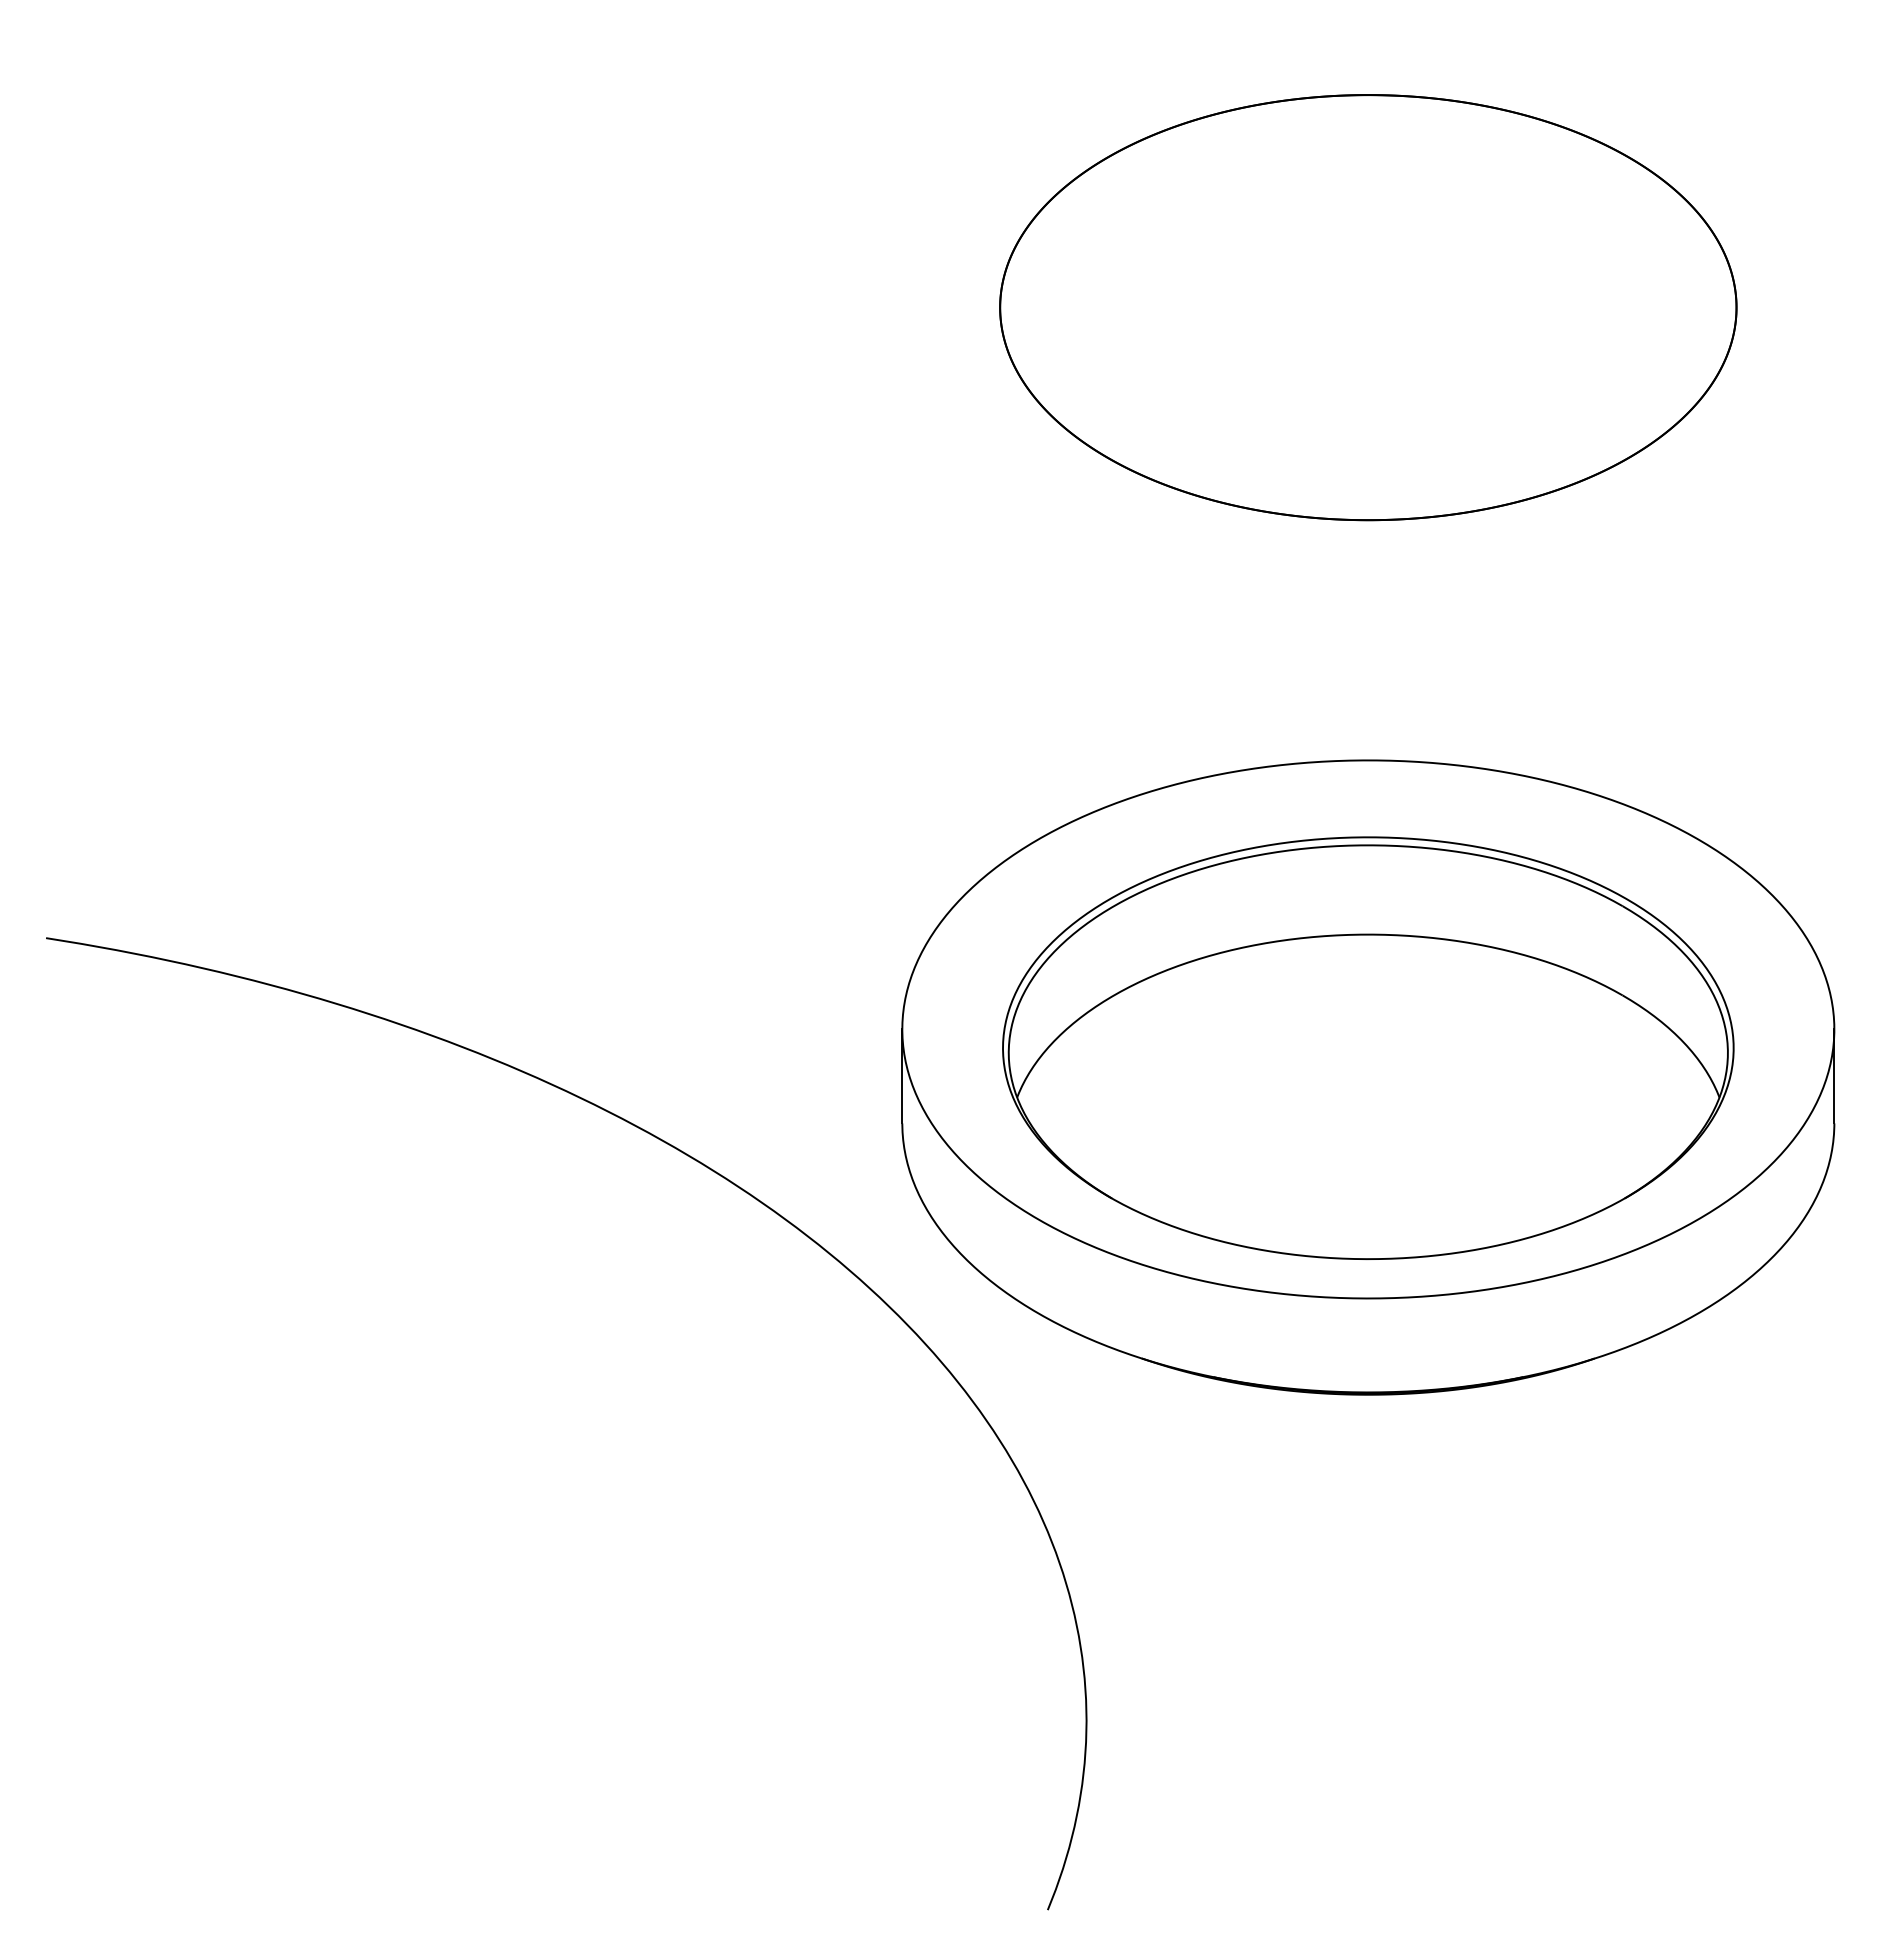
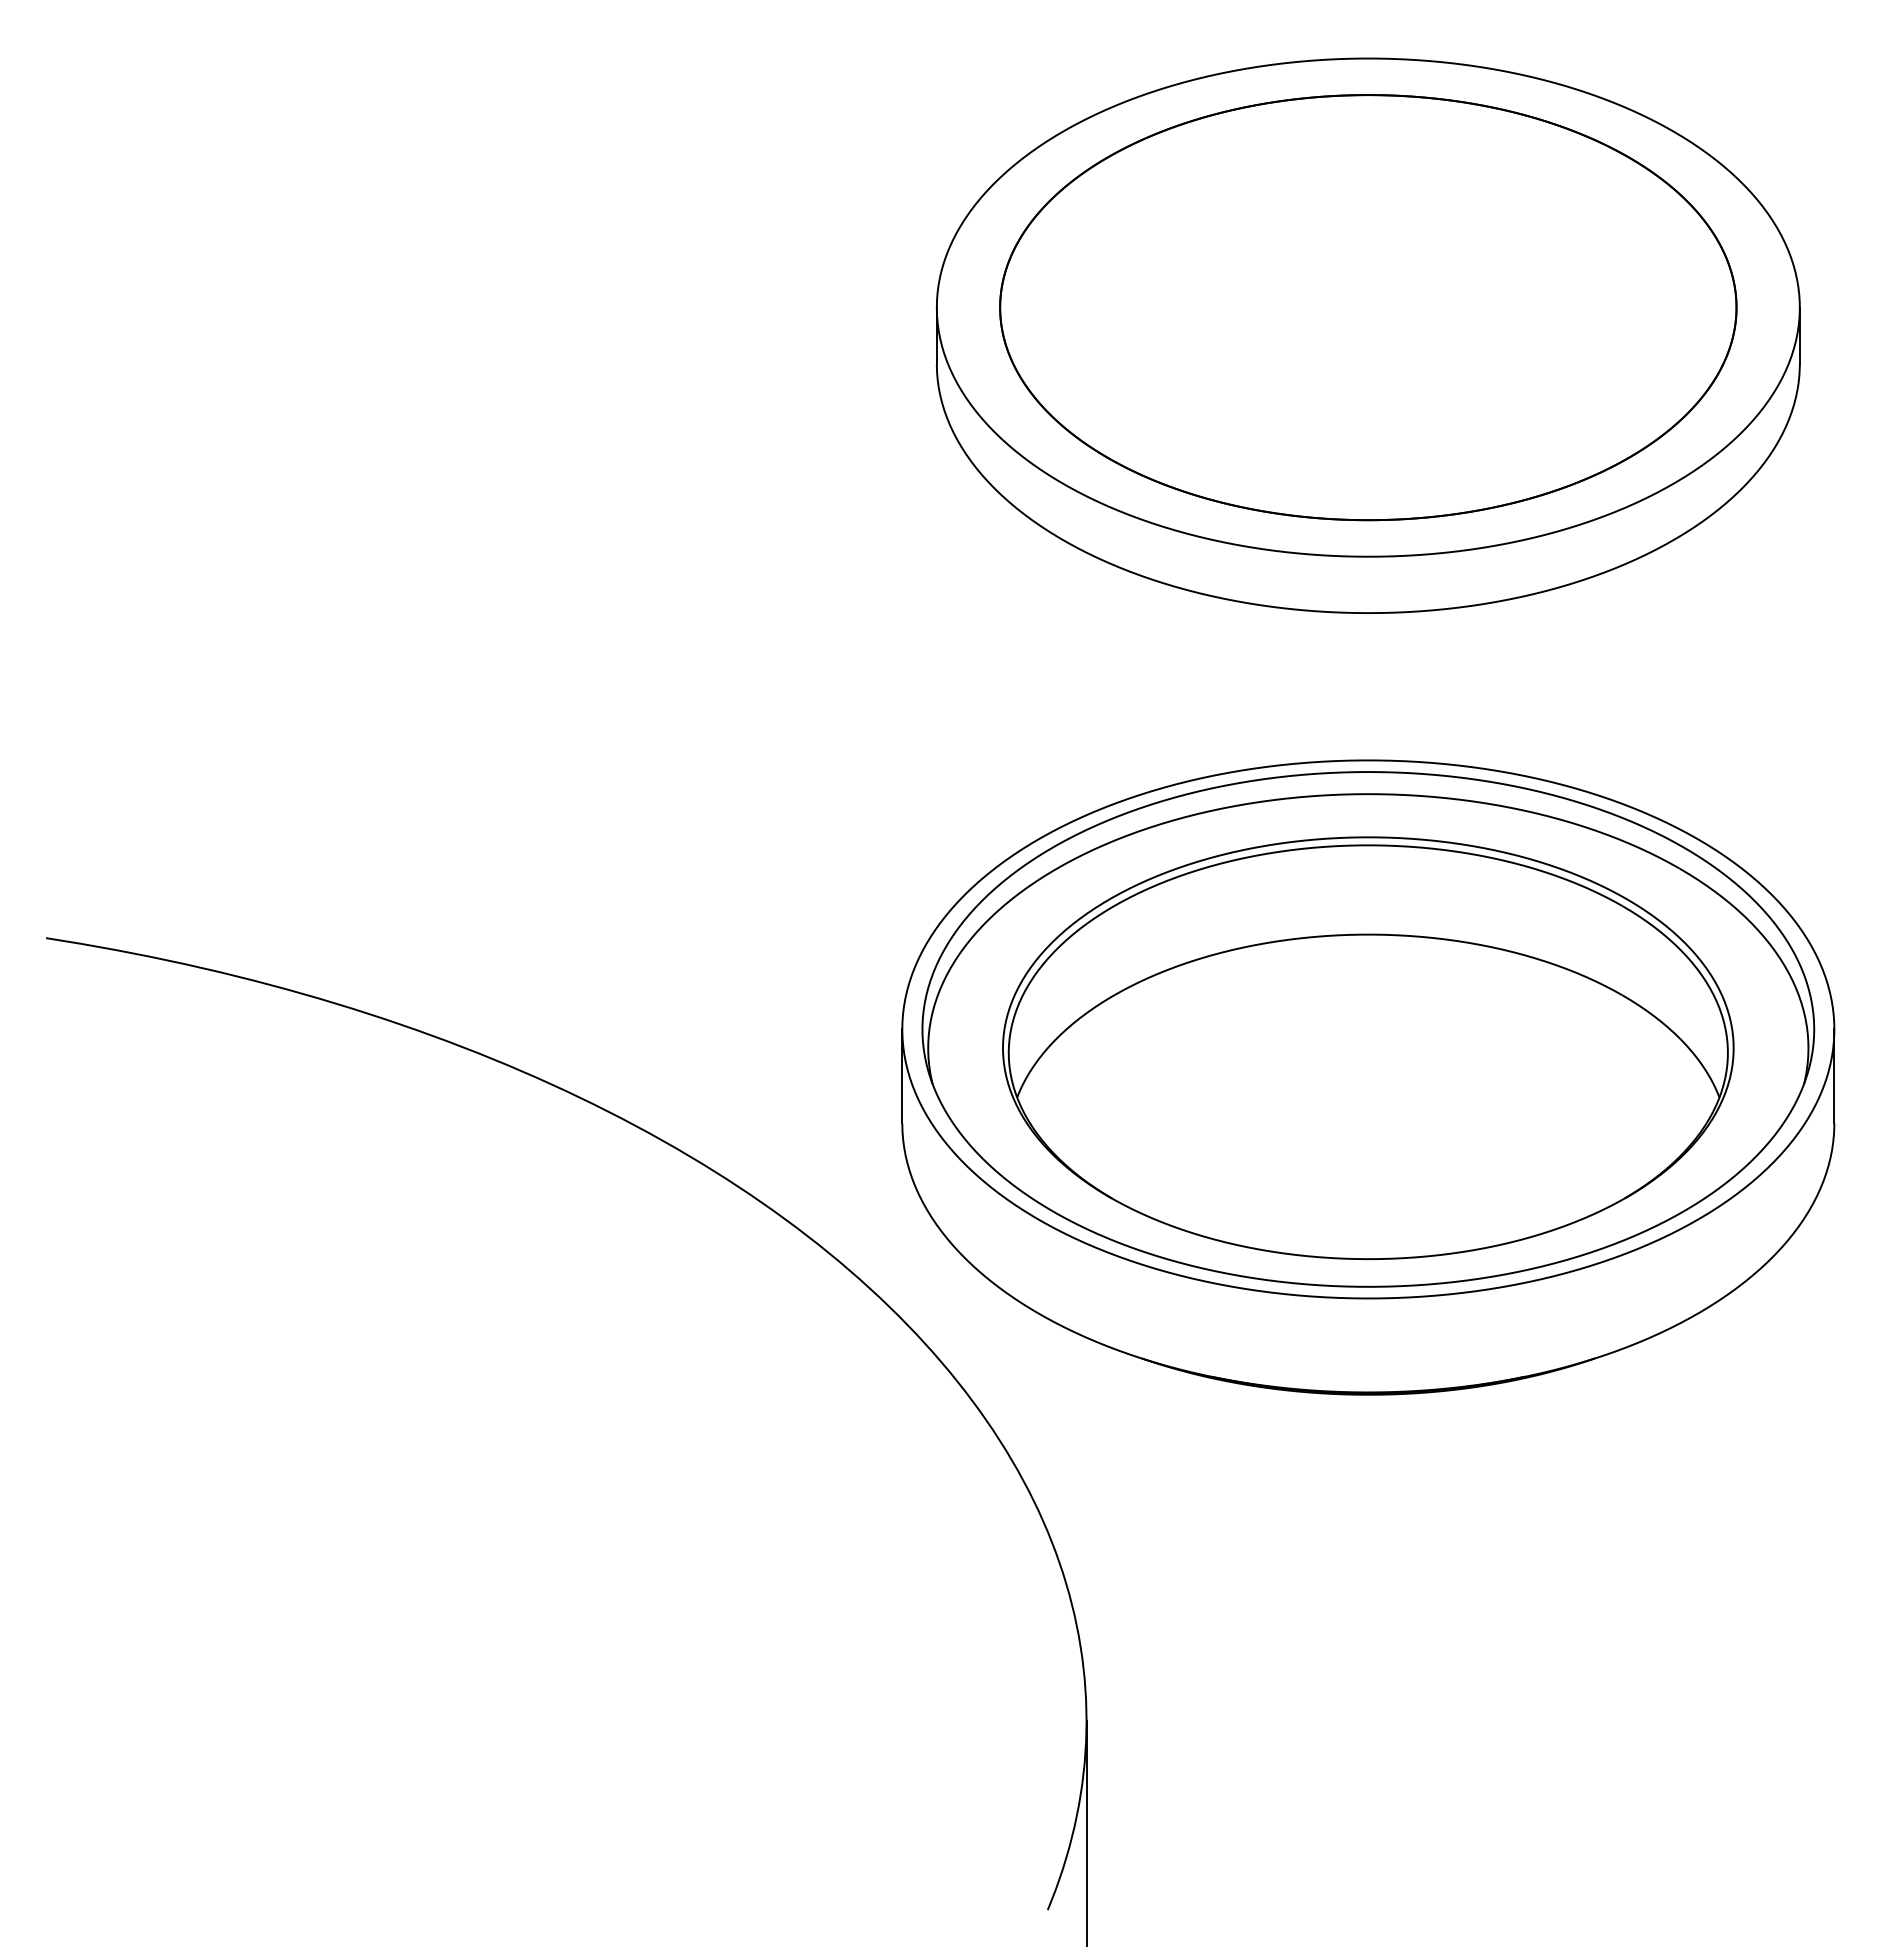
part at (1367, 335): none -> present
part at (1368, 1029): none -> present
line at (1086, 1833): none -> present
